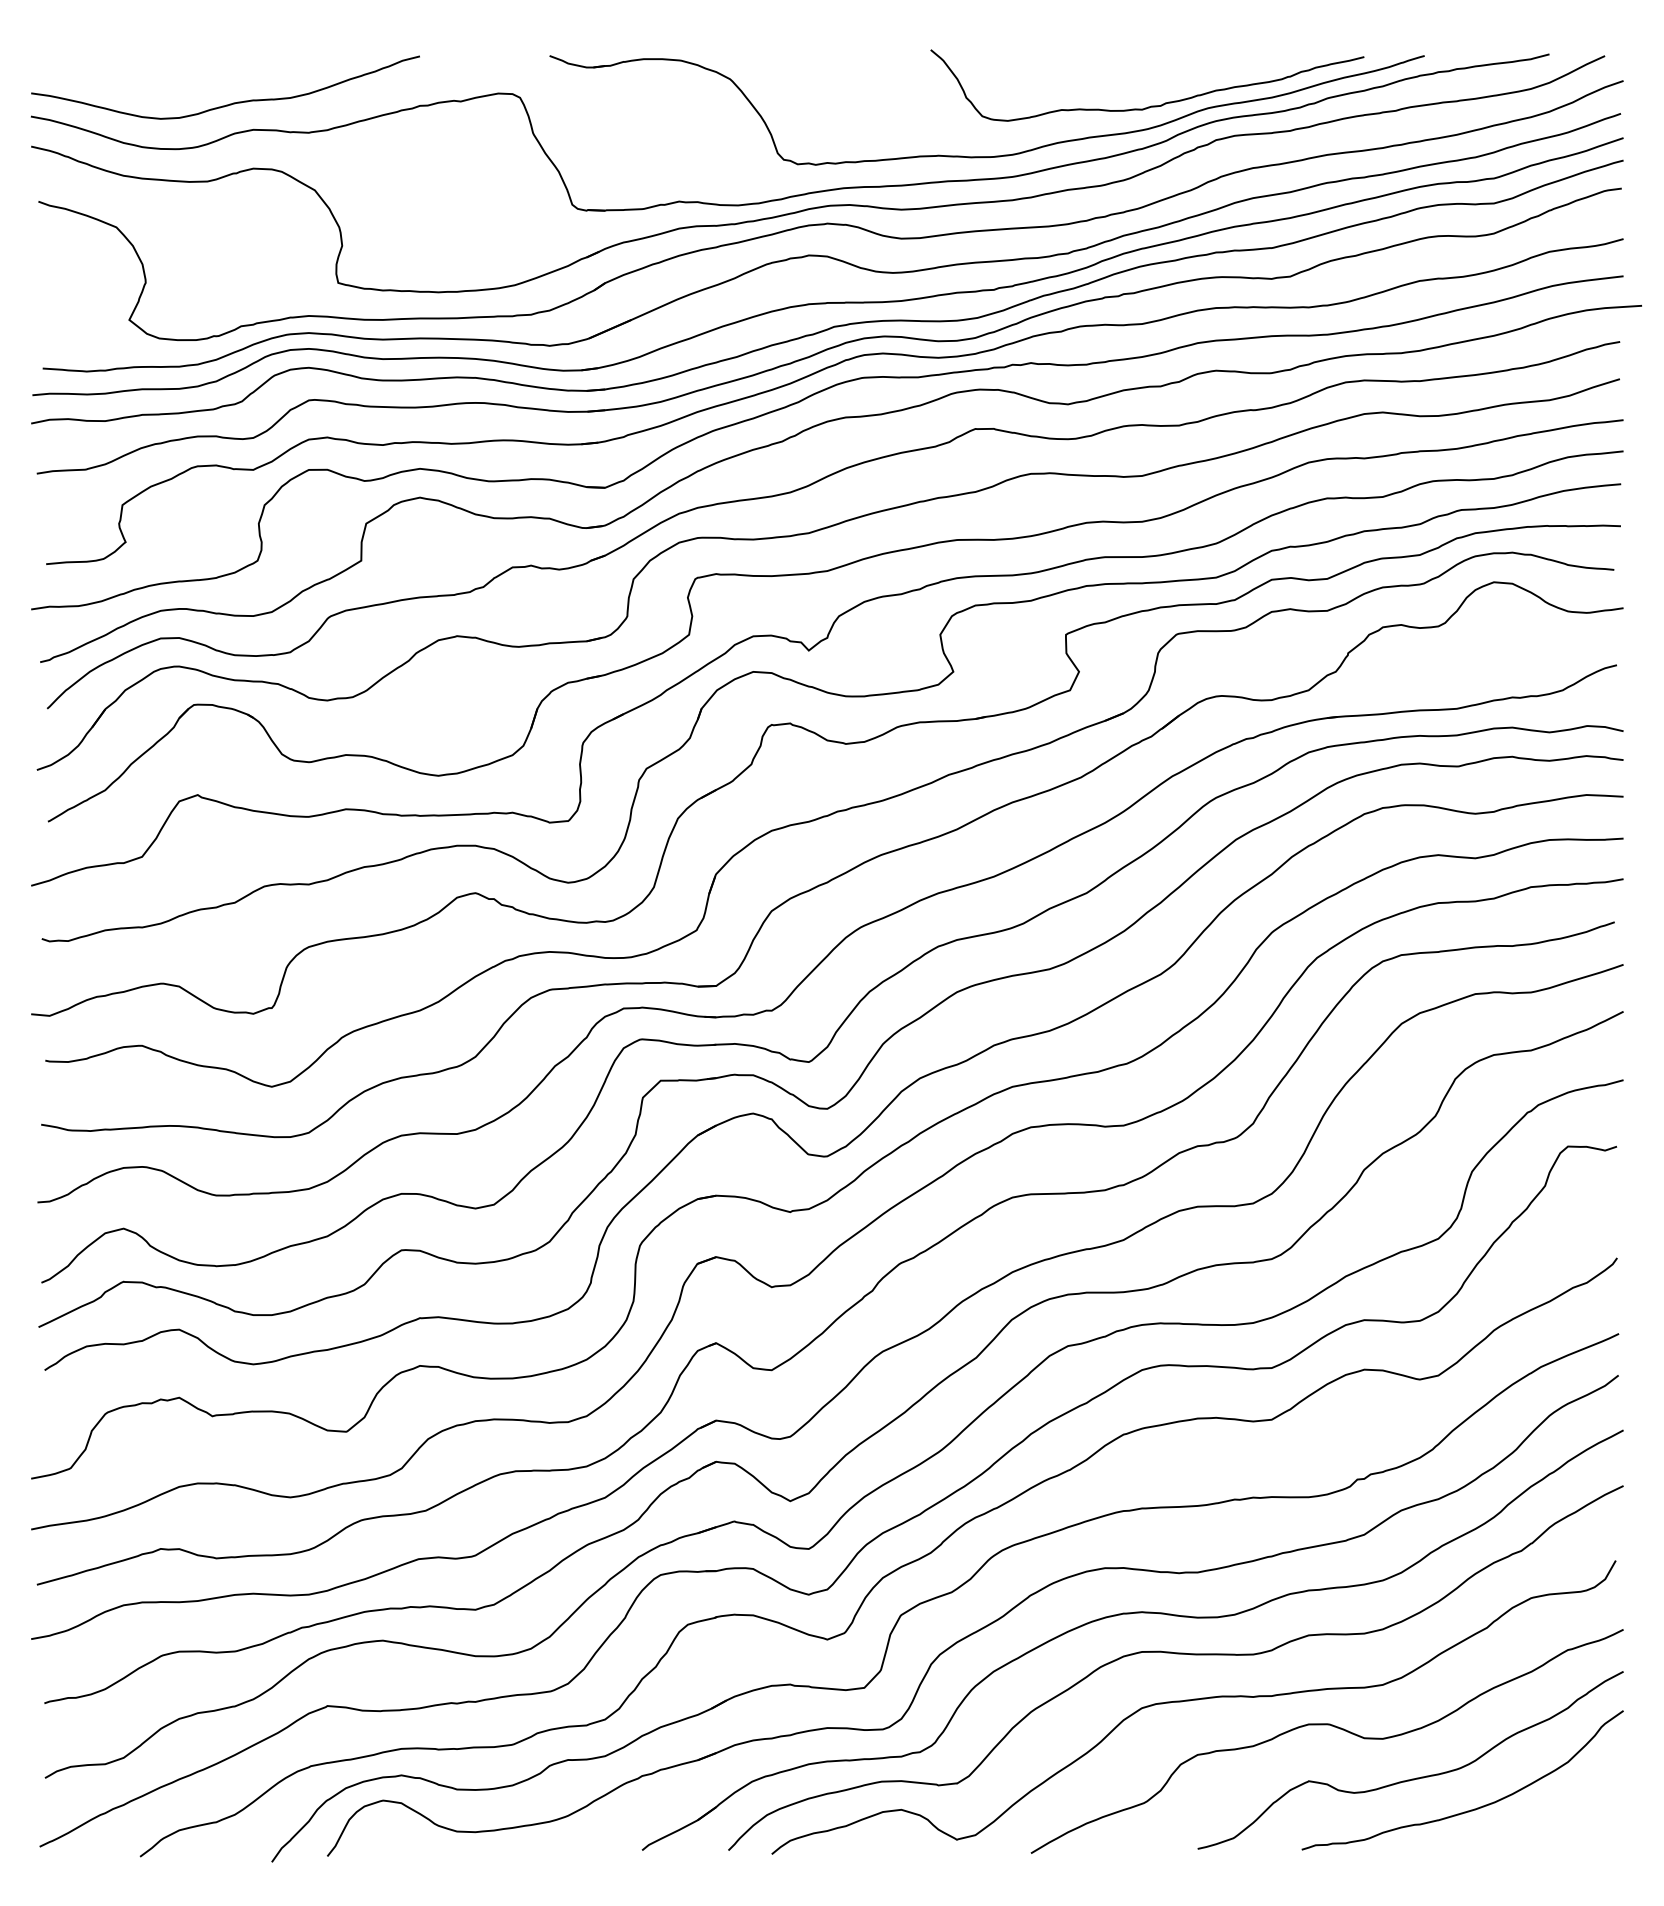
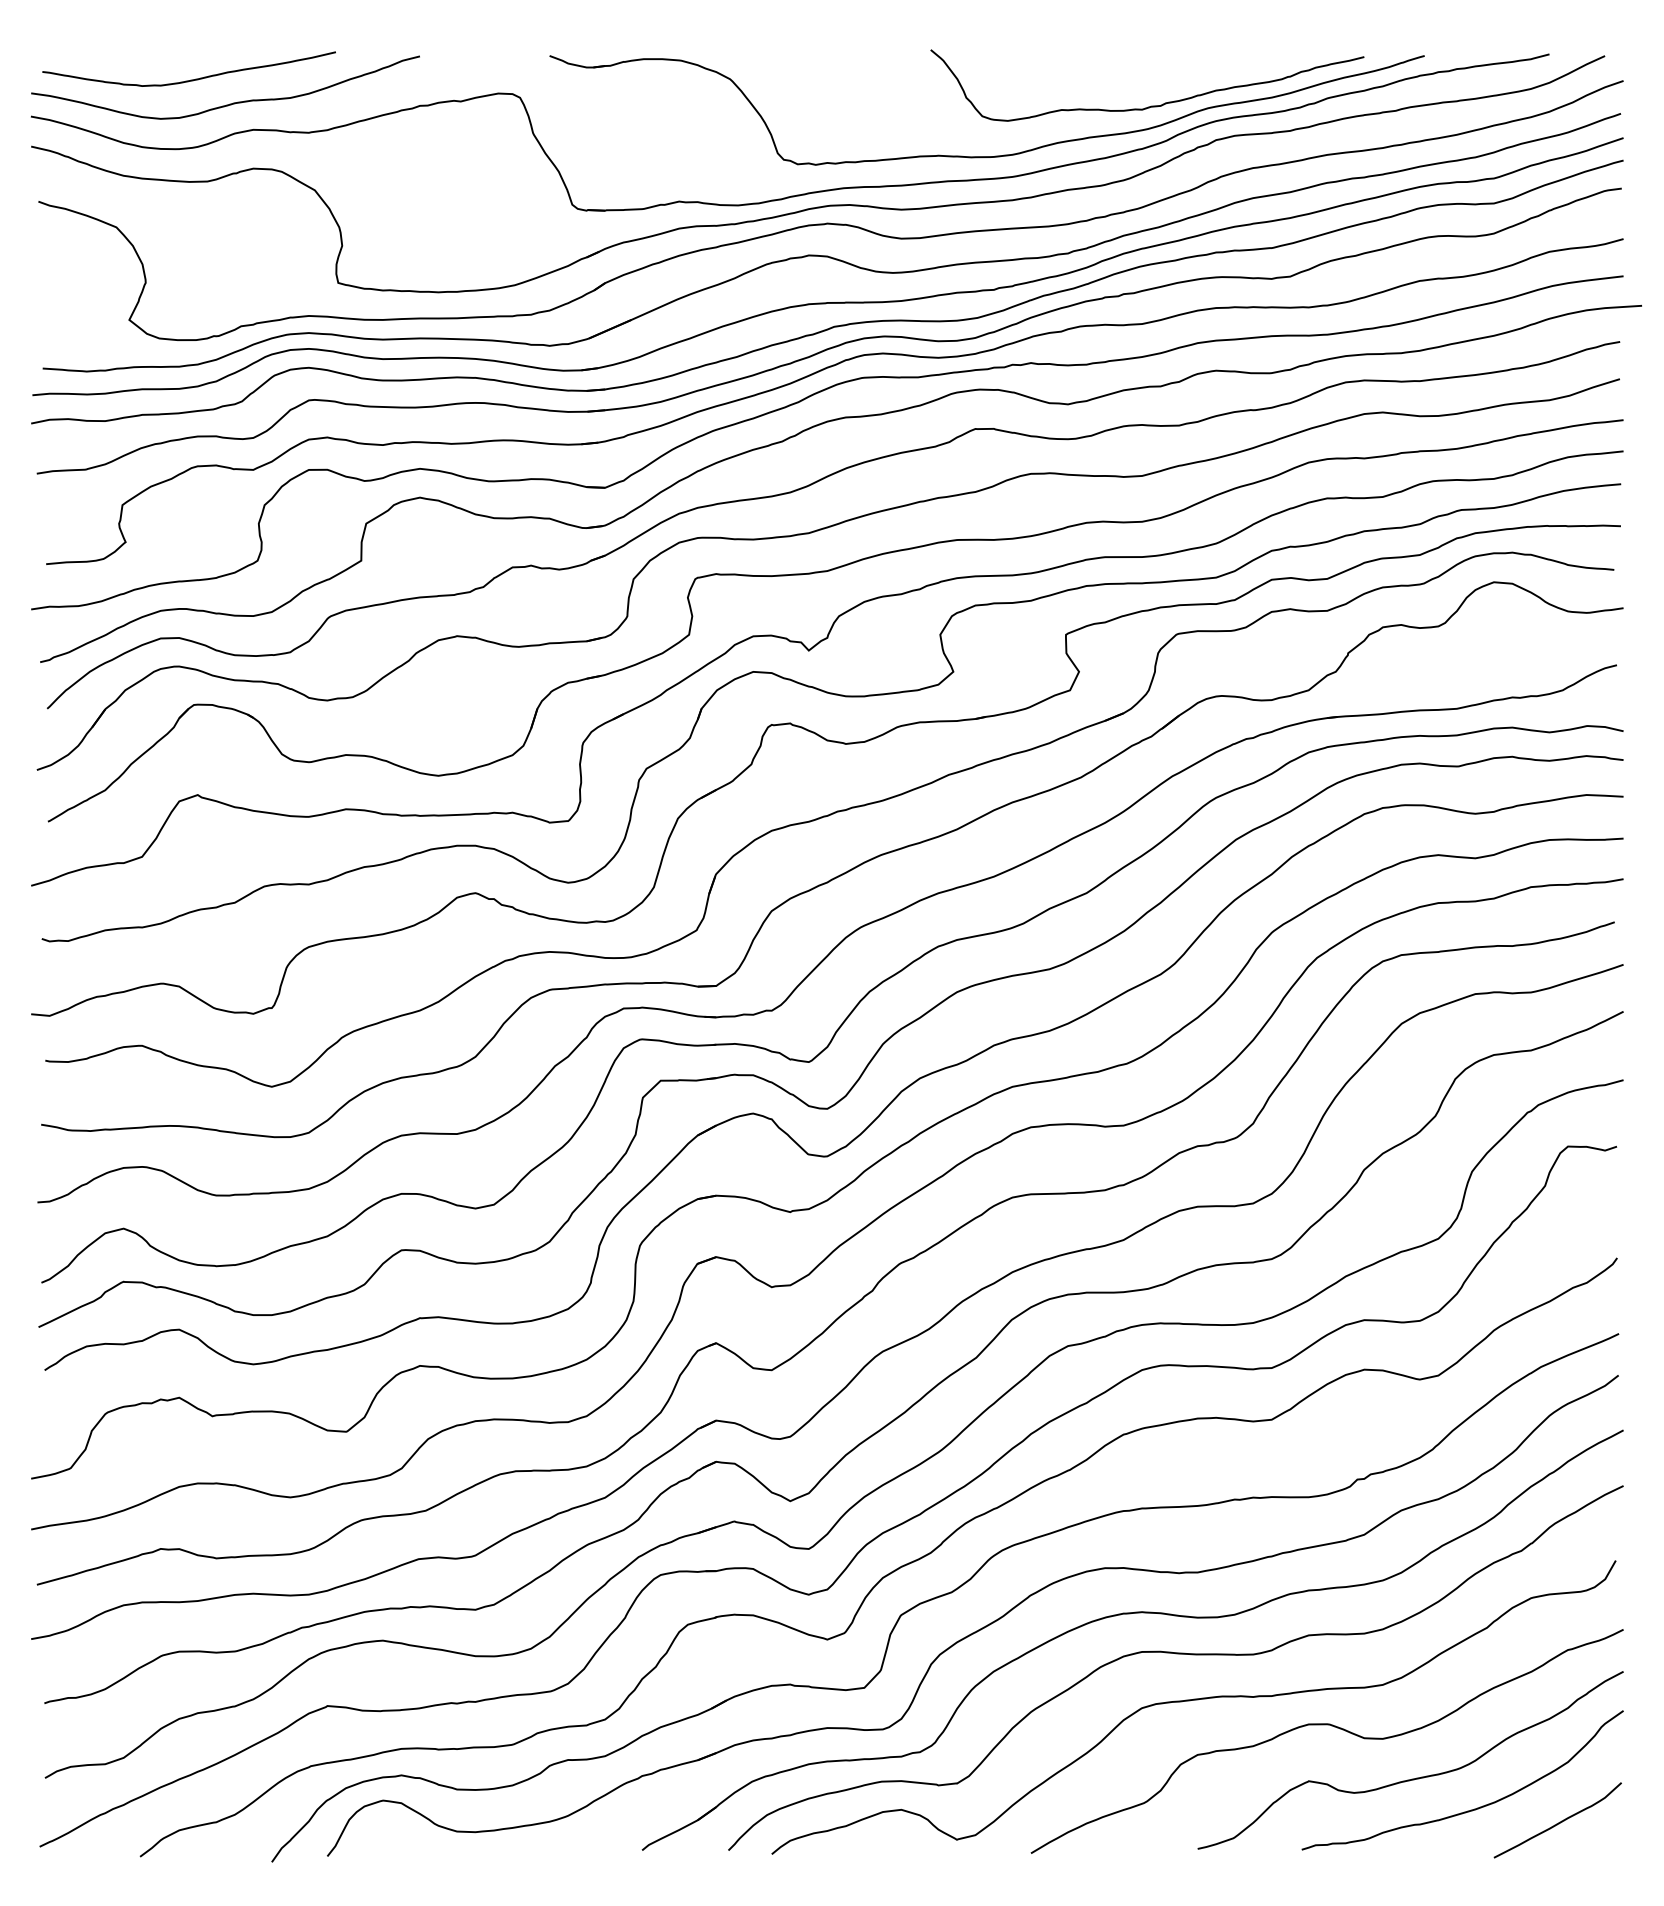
curve at (190, 79): none -> present
curve at (1558, 1822): none -> present
